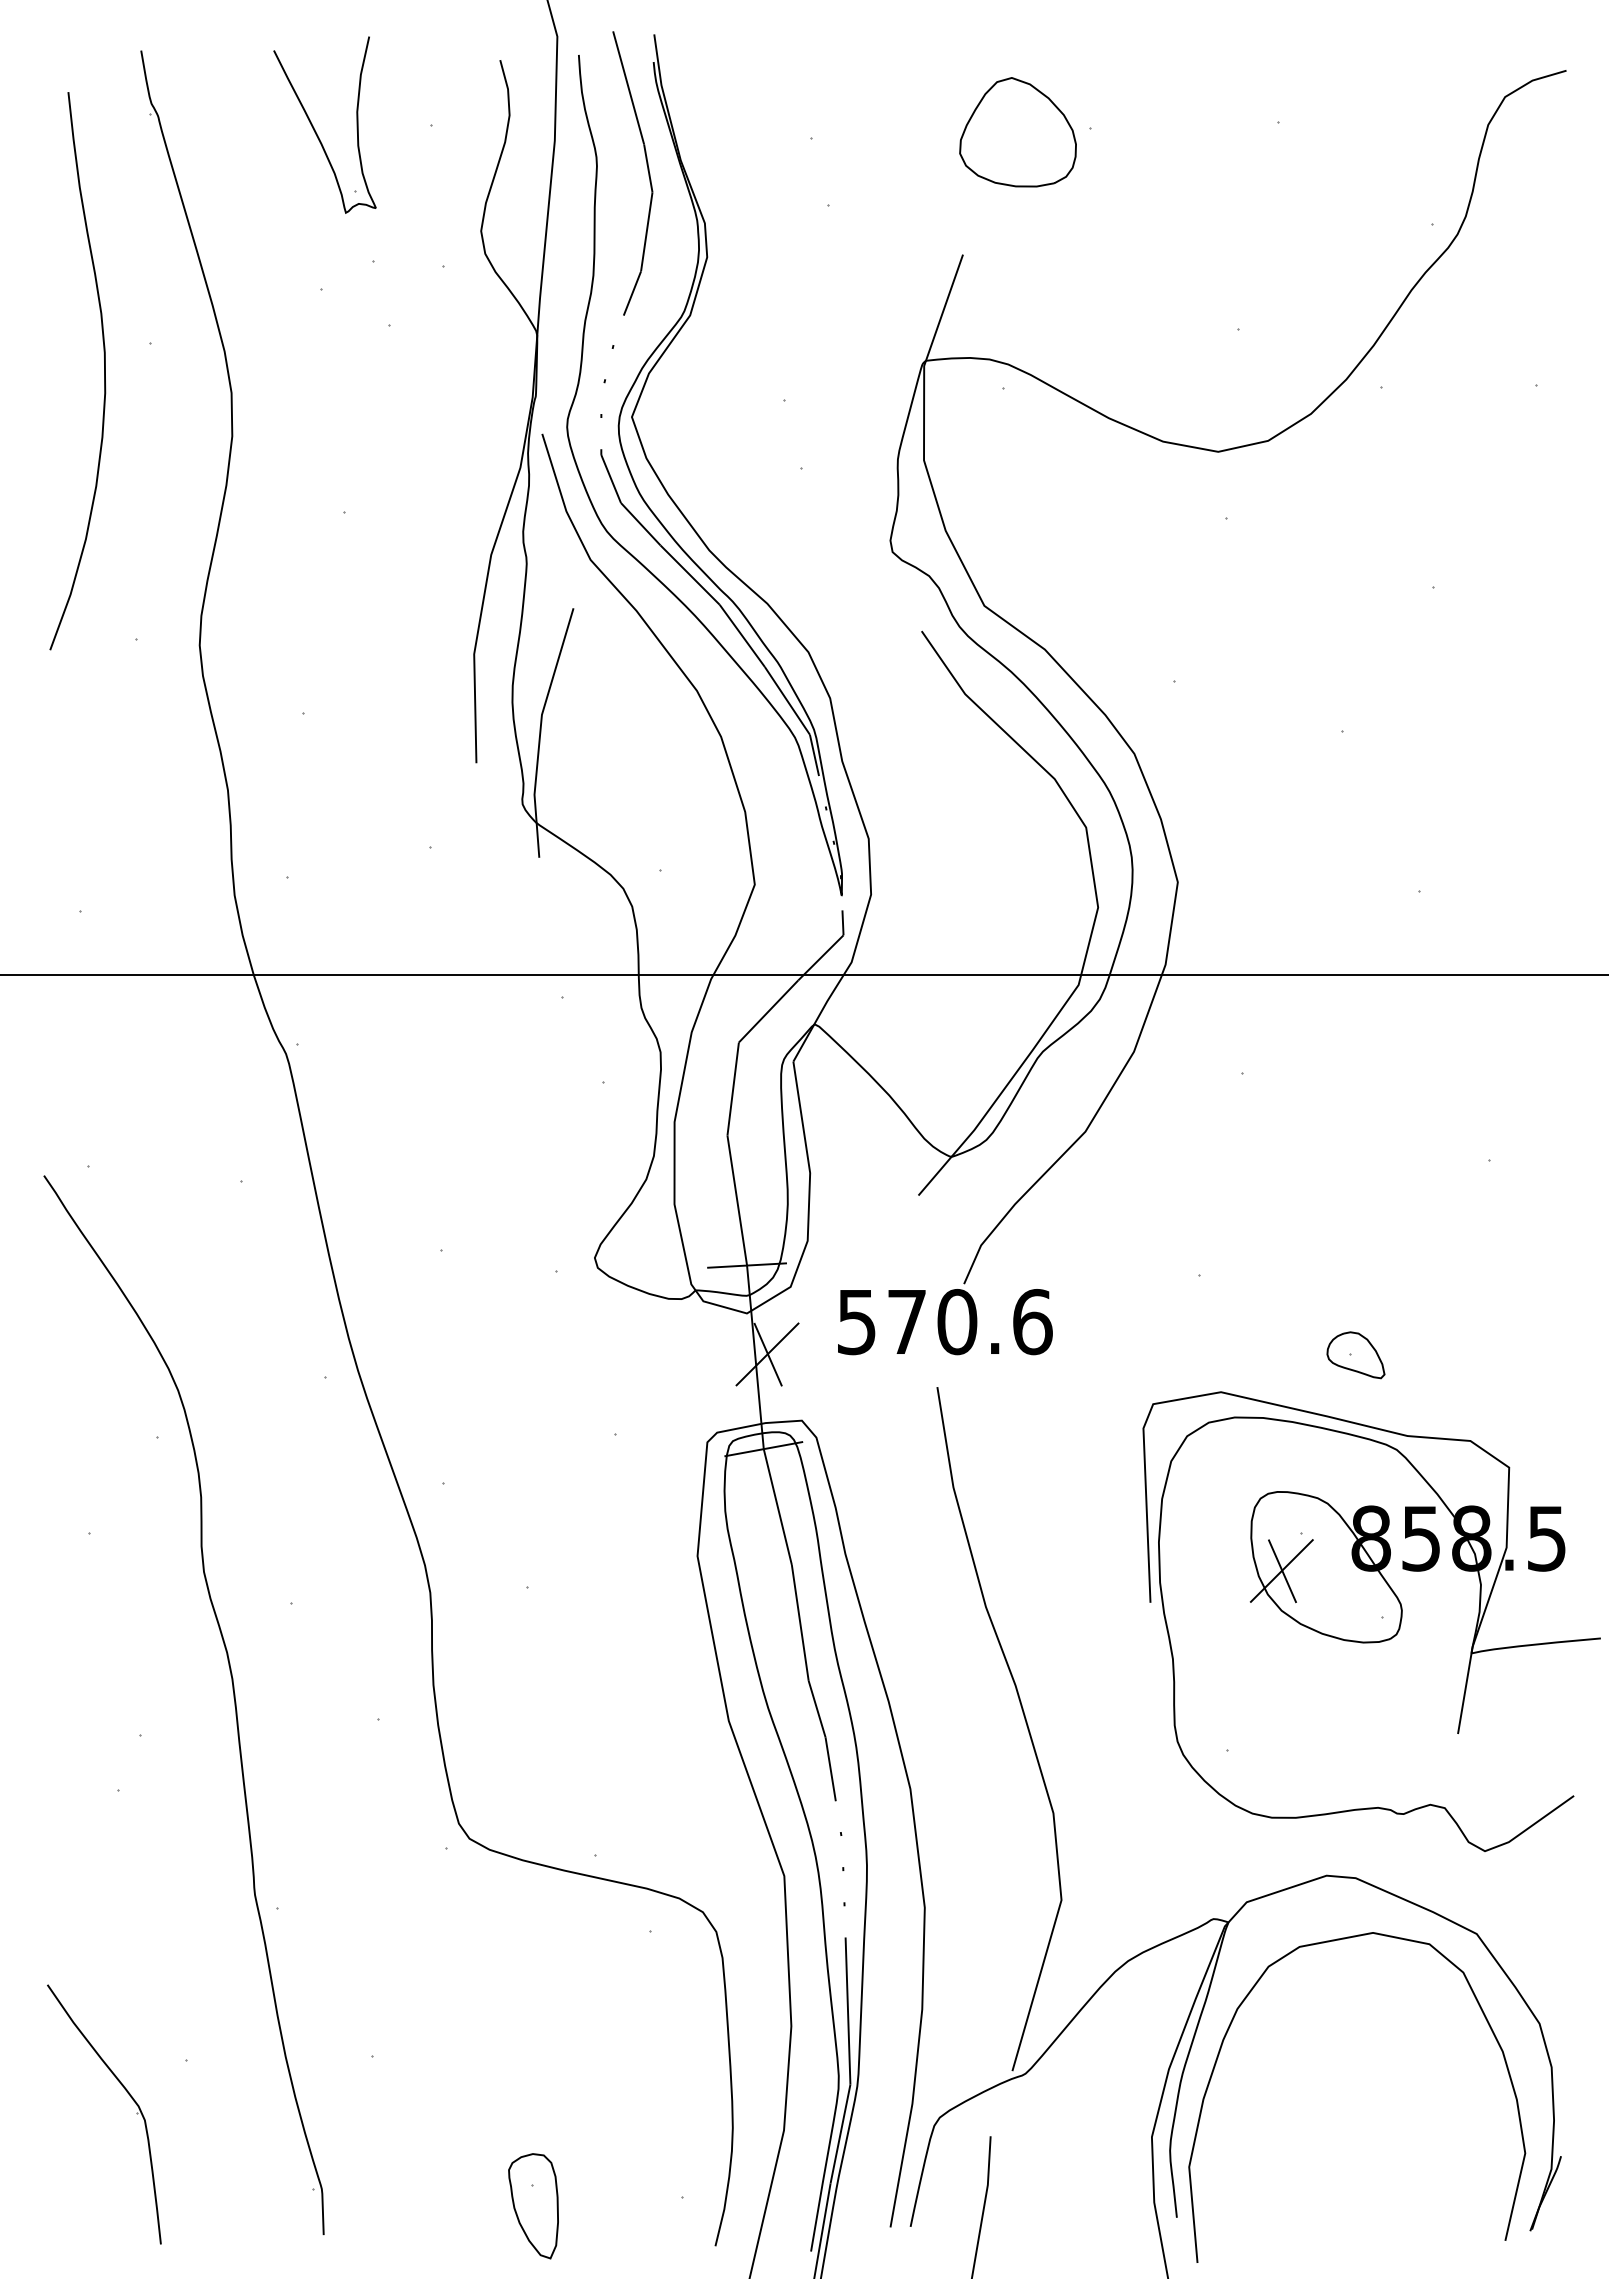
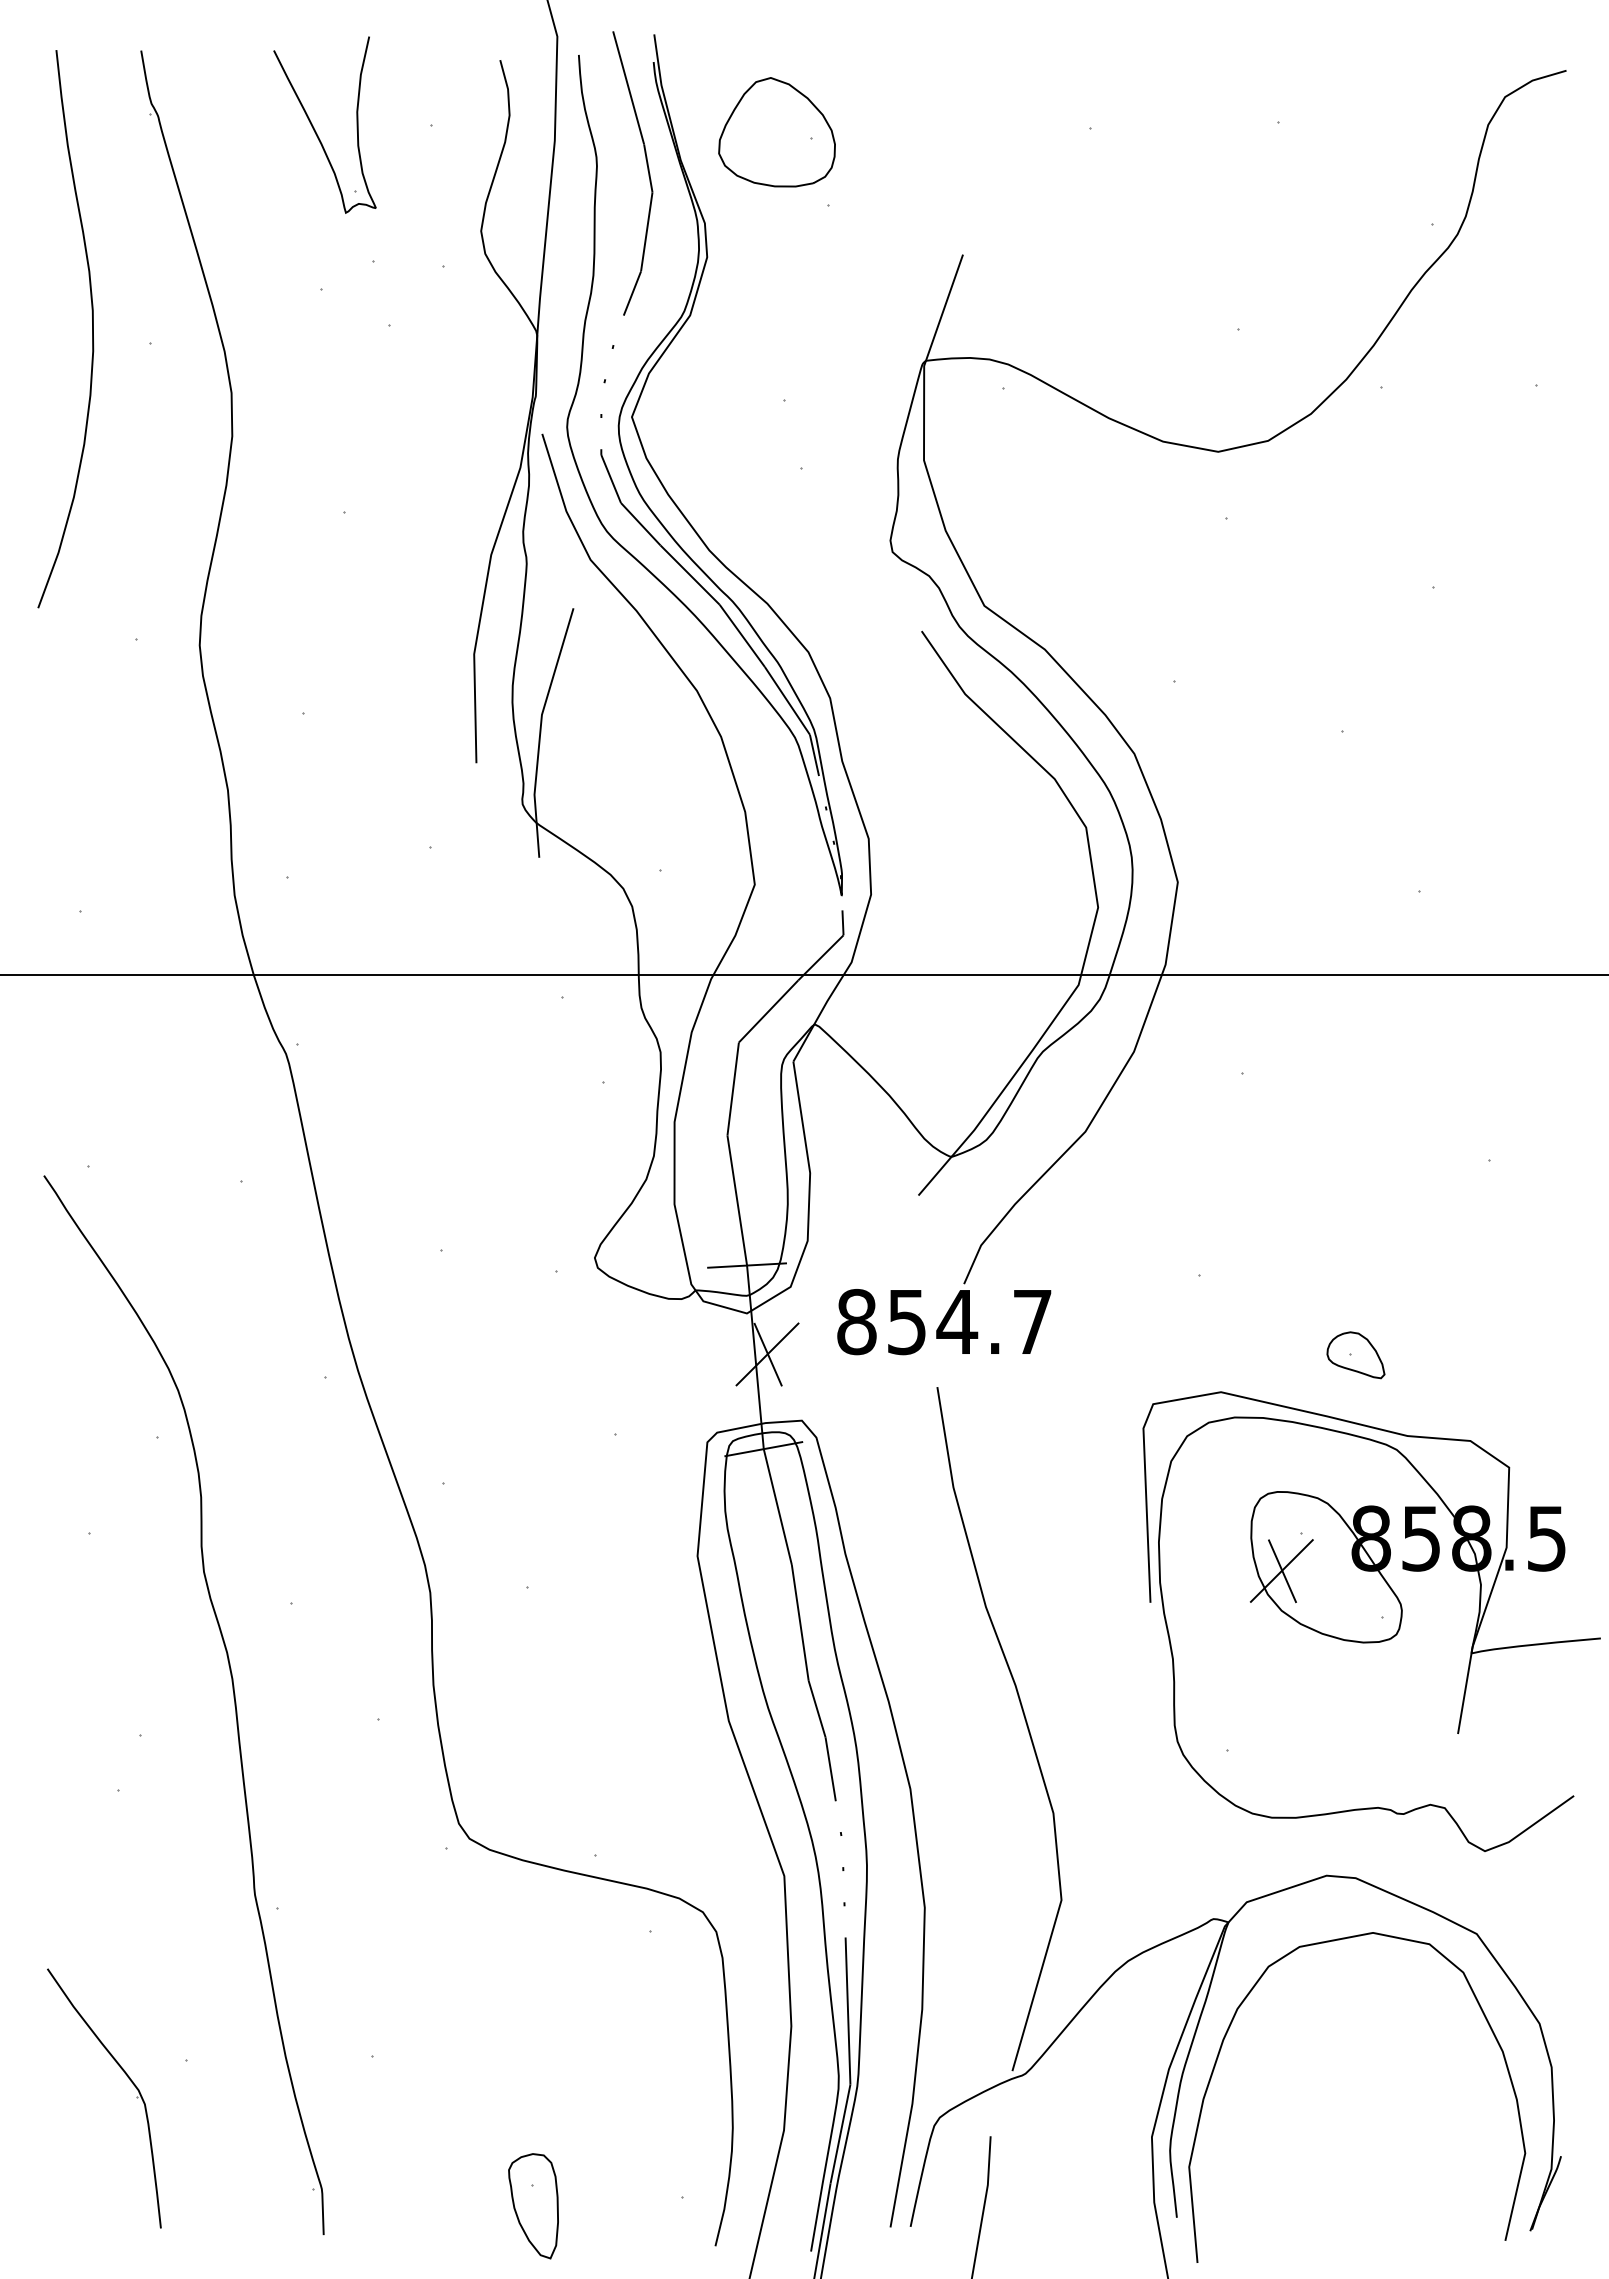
part at (1017, 132) position: (1017, 132) -> (776, 132)
curve at (104, 371) position: (104, 371) -> (92, 329)
text at (944, 1322): 570.6 -> 854.7
part at (130, 2097) position: (130, 2097) -> (130, 2081)
